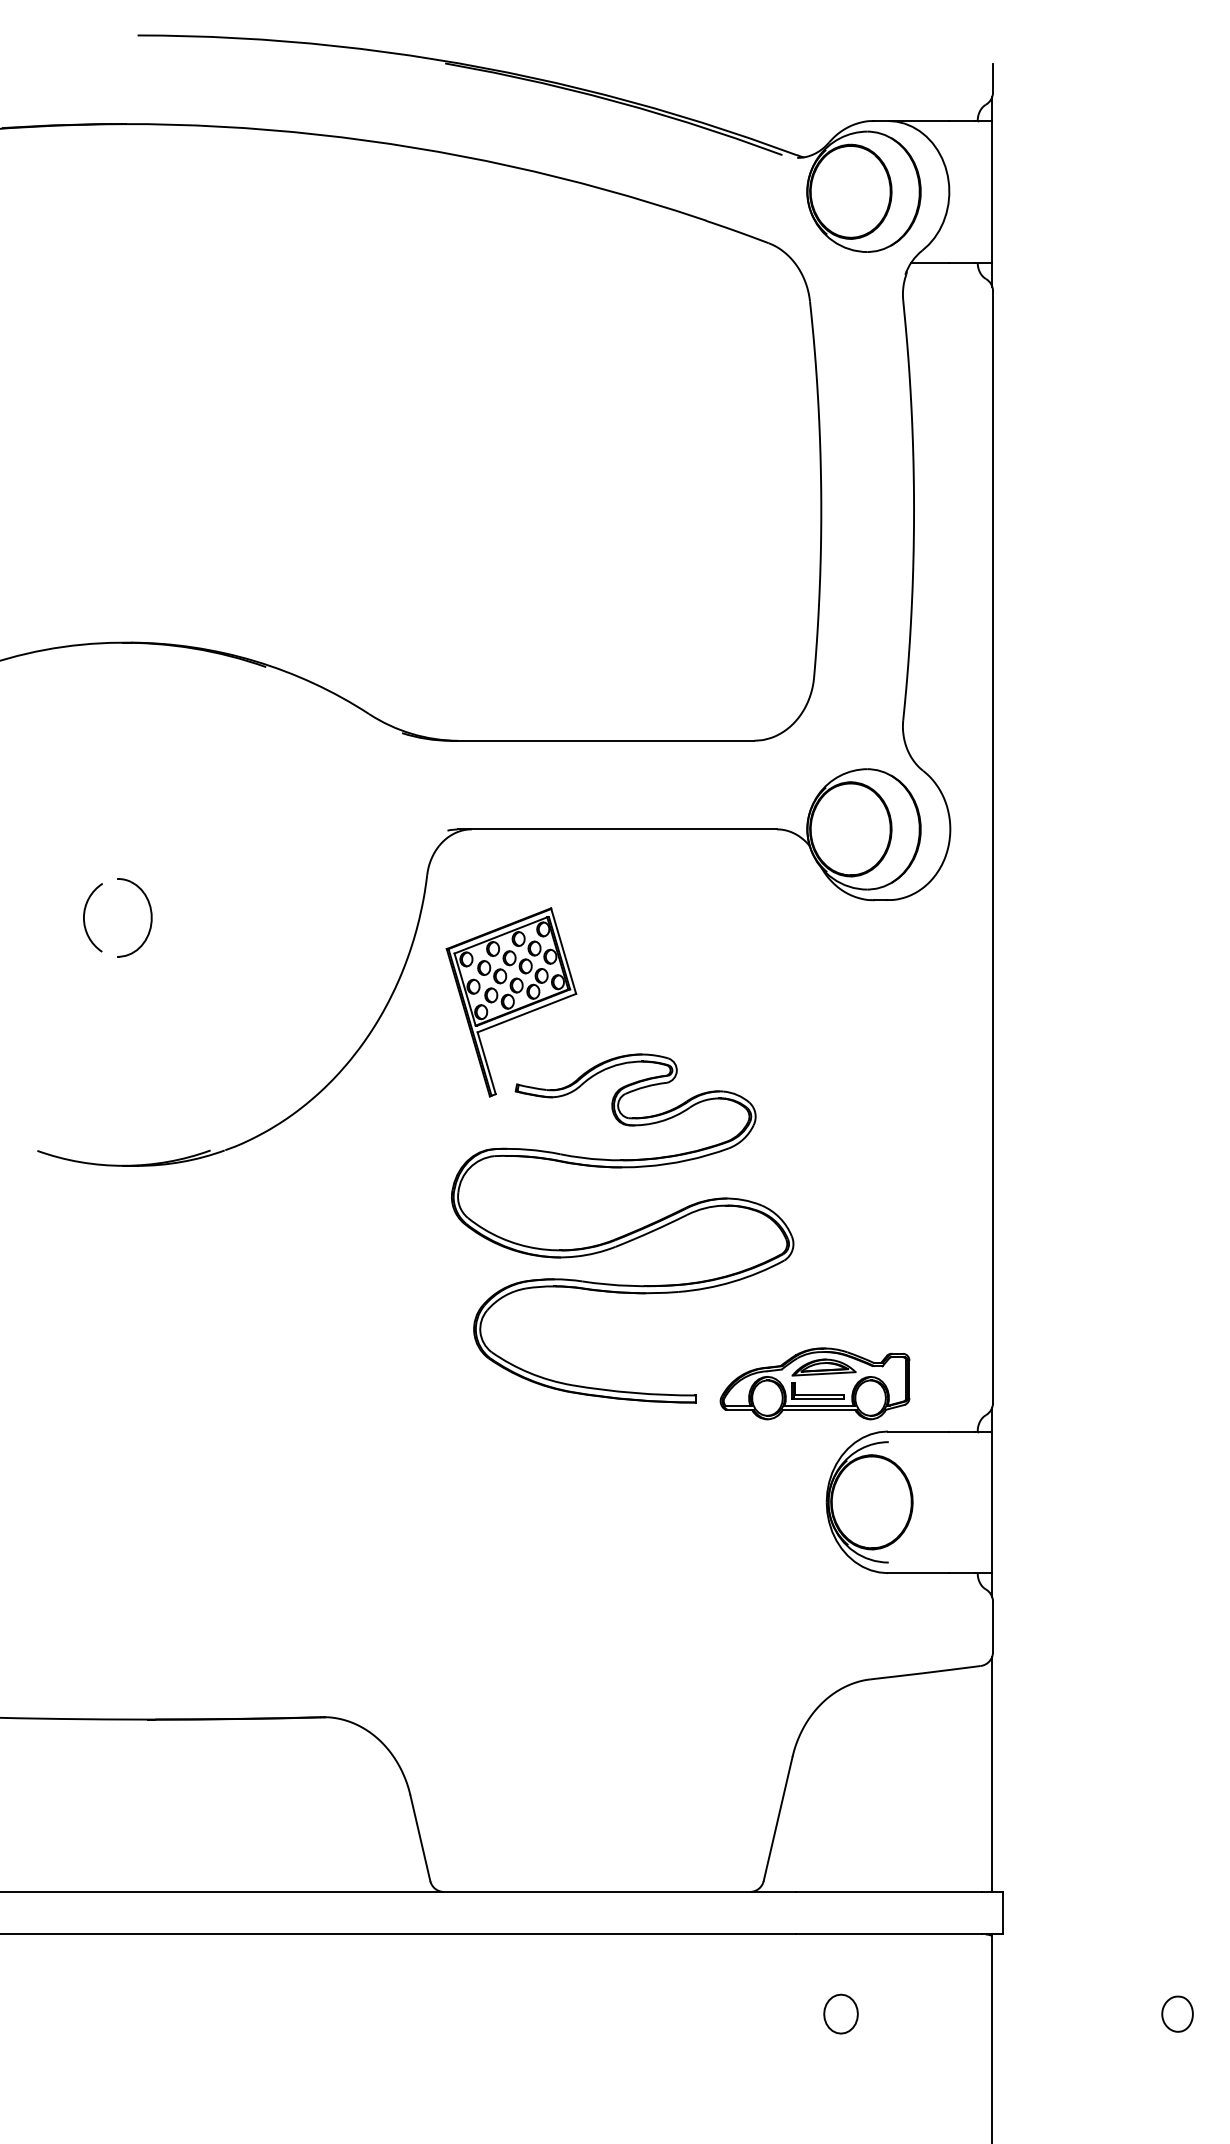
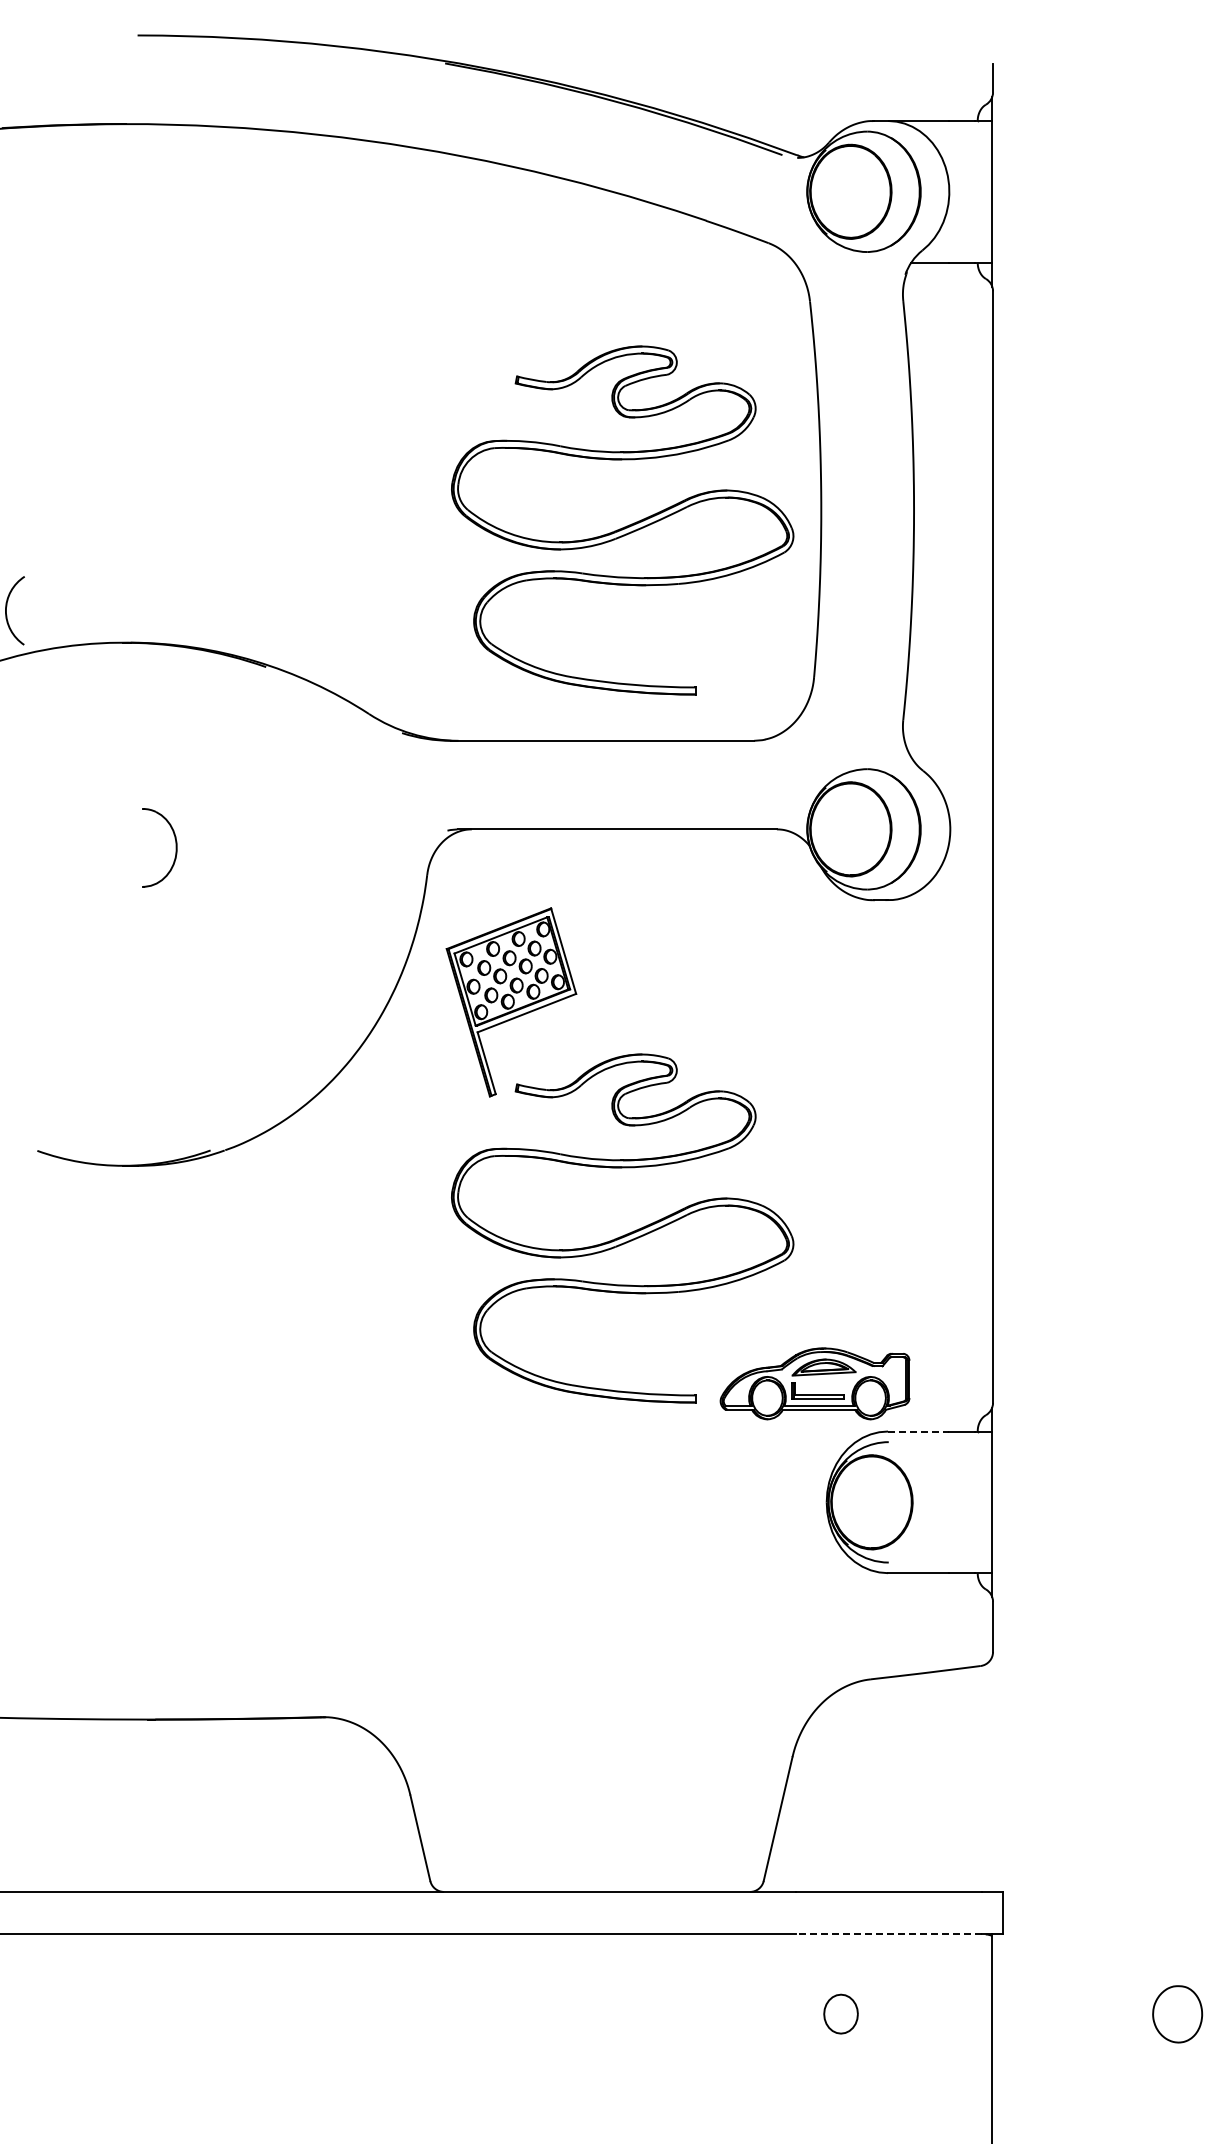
part at (624, 526): none -> present
arc at (84, 917) position: (84, 917) -> (6, 610)
part at (150, 917) position: (150, 917) -> (175, 847)
line at (918, 1431): solid -> dashed
line at (992, 1773): present -> none
line at (888, 1934): solid -> dashed
part at (1177, 2013) size: 33x38 px -> 52x59 px
